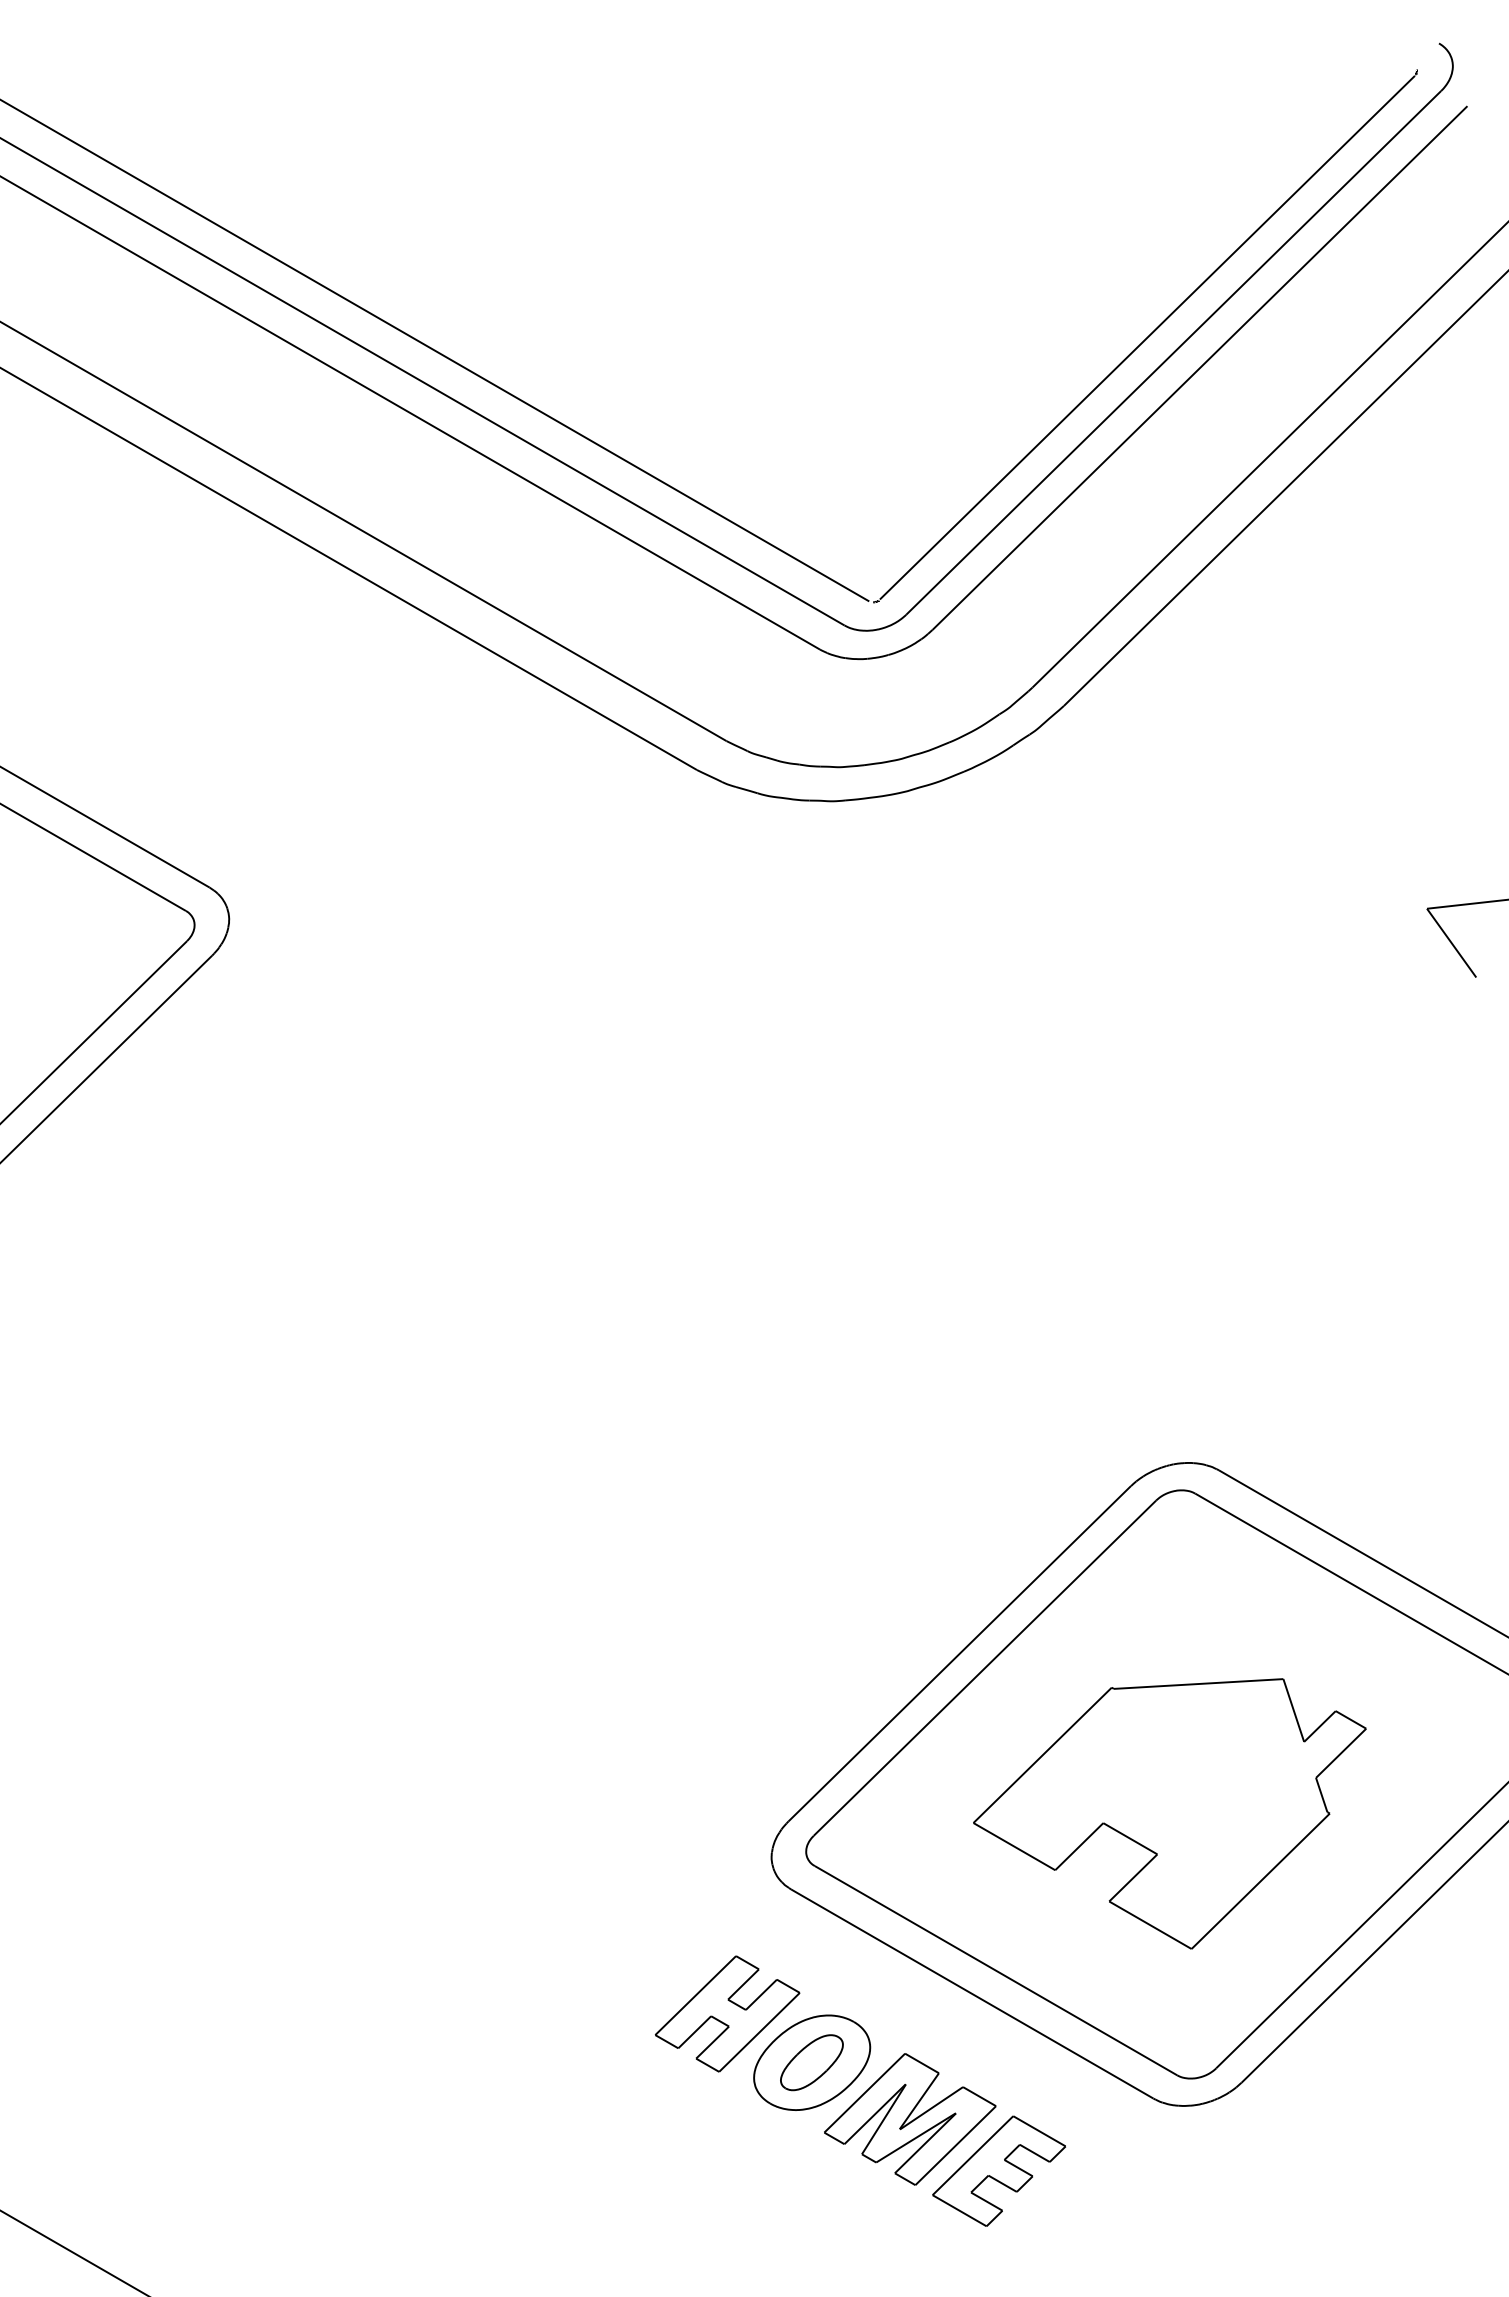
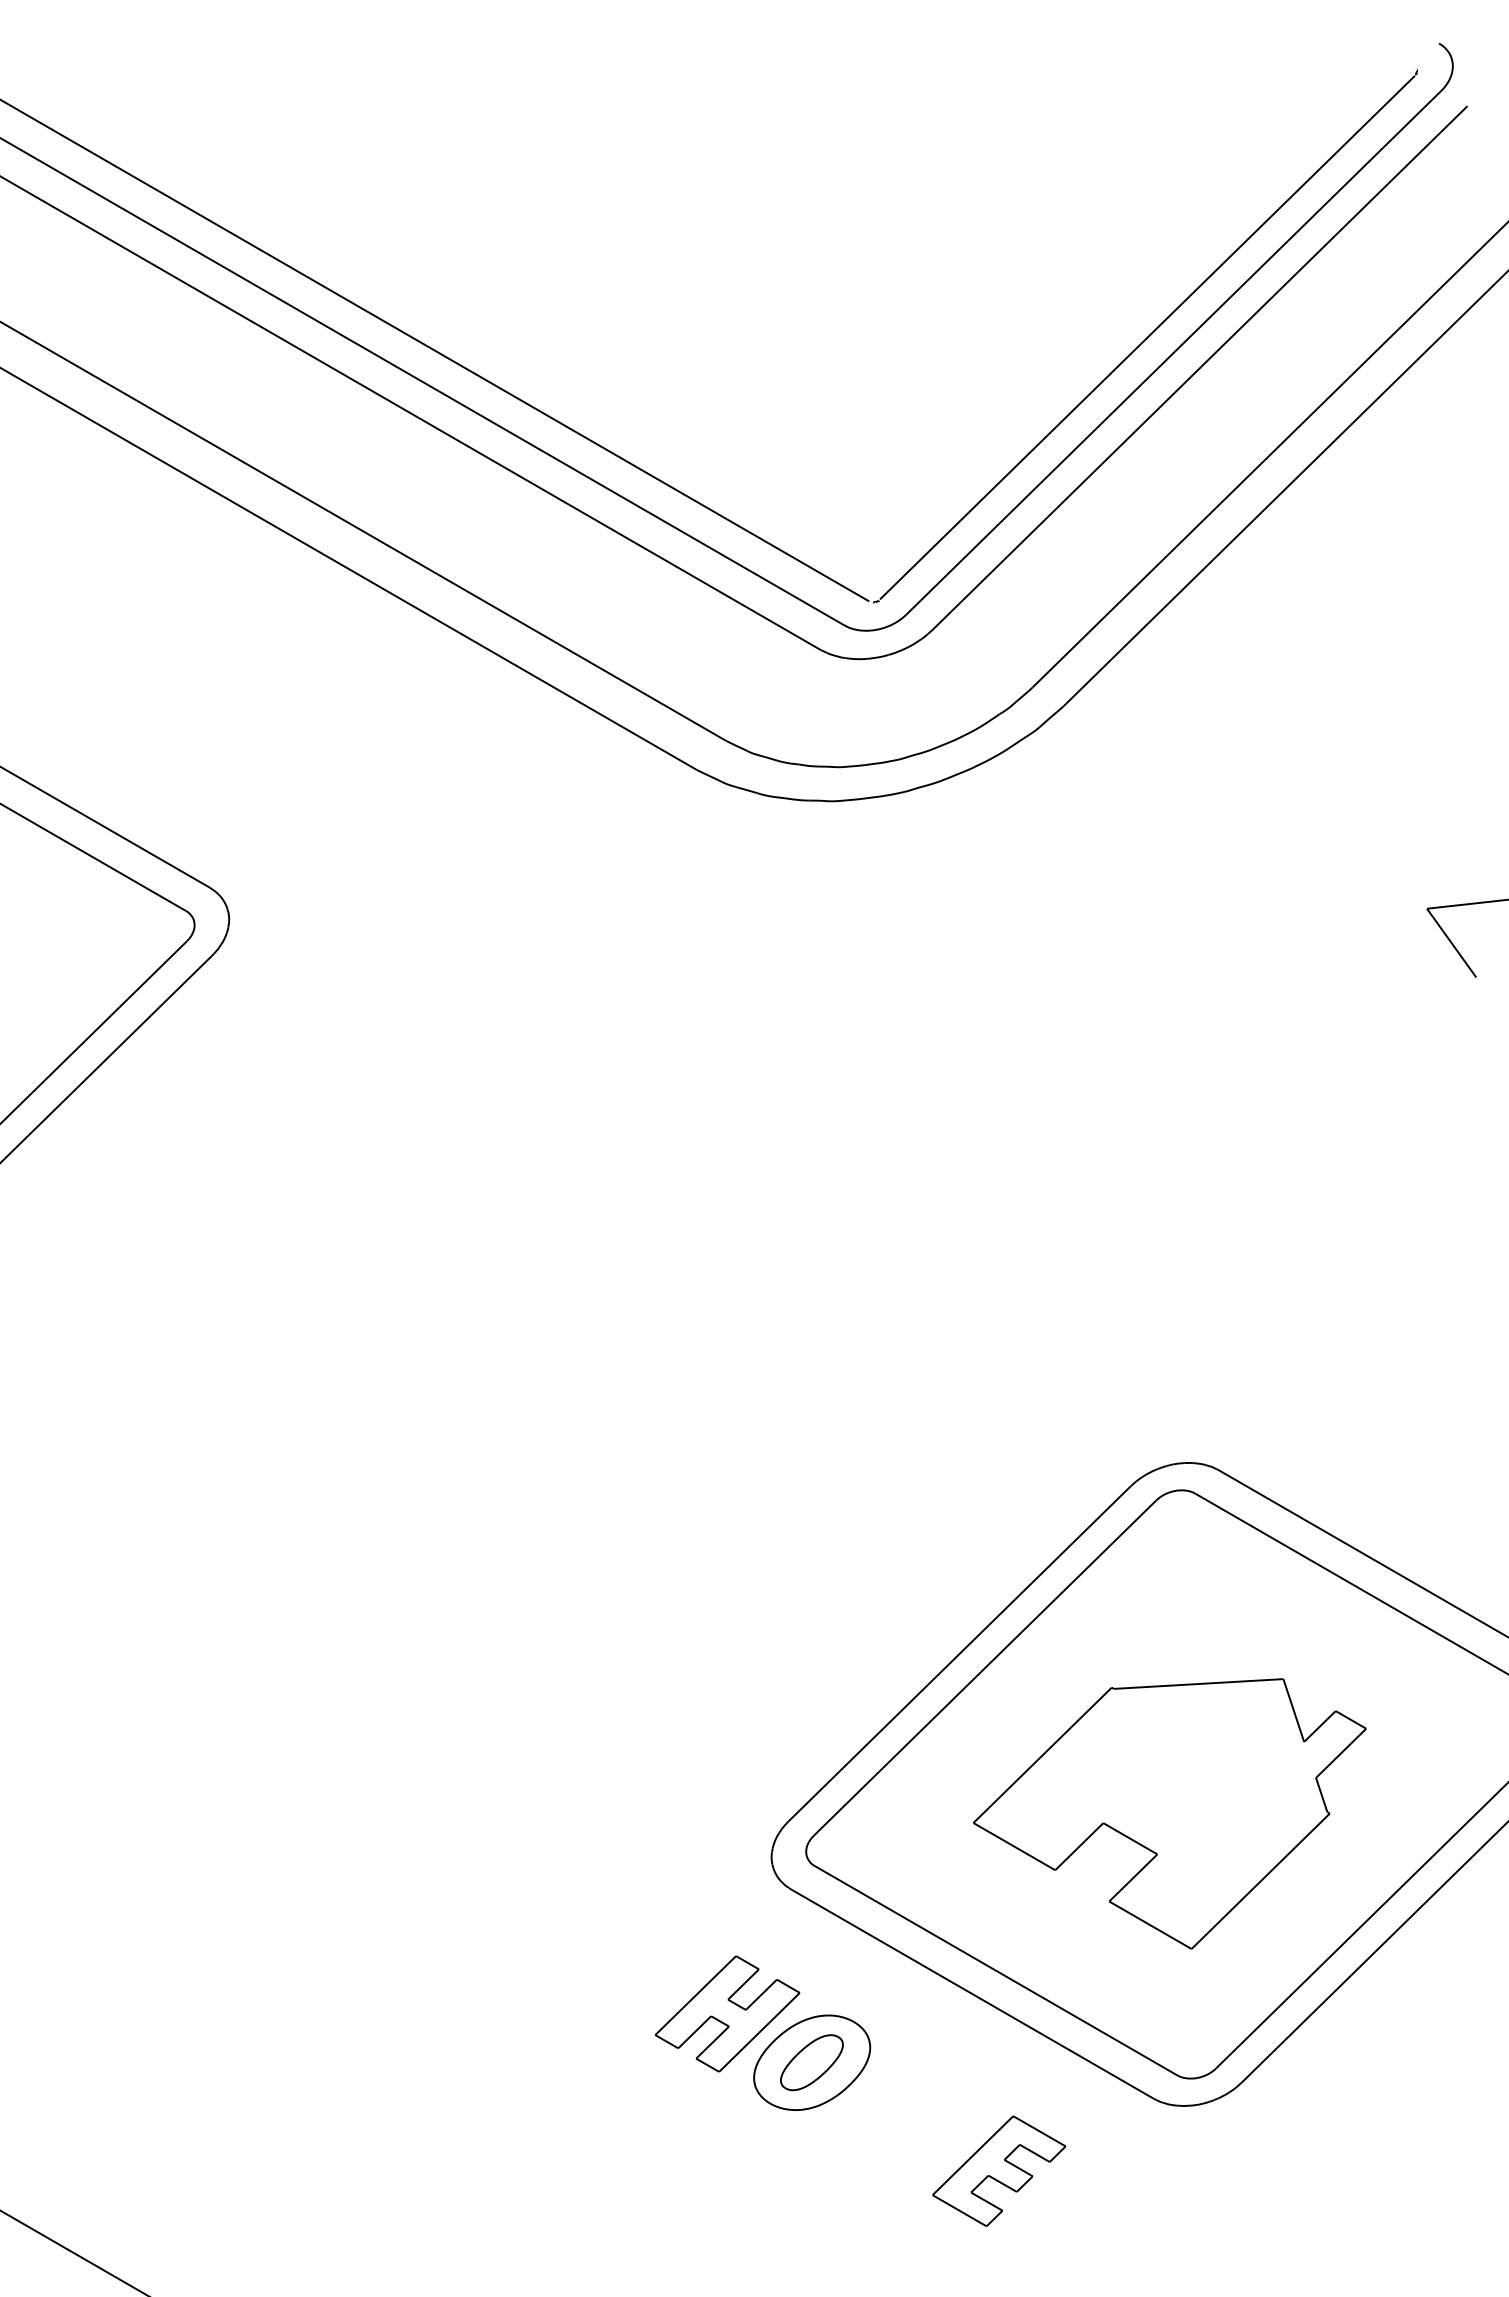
part at (910, 2119): present -> none
